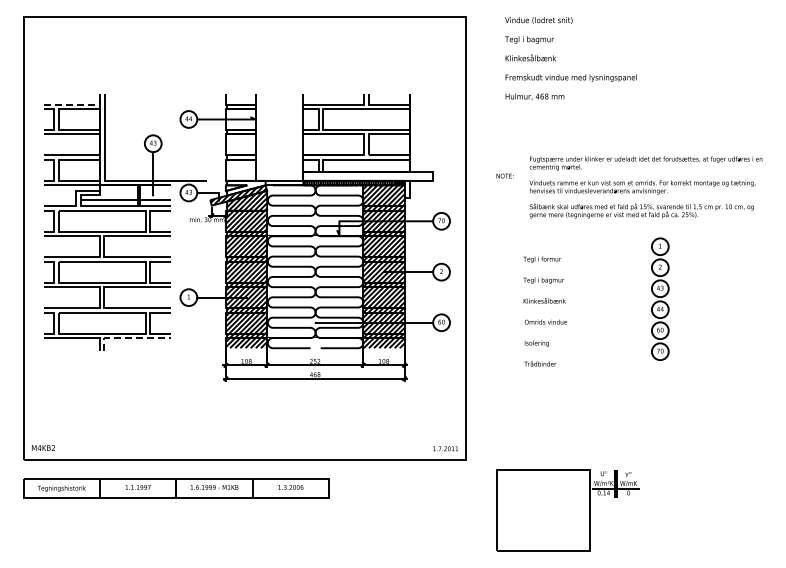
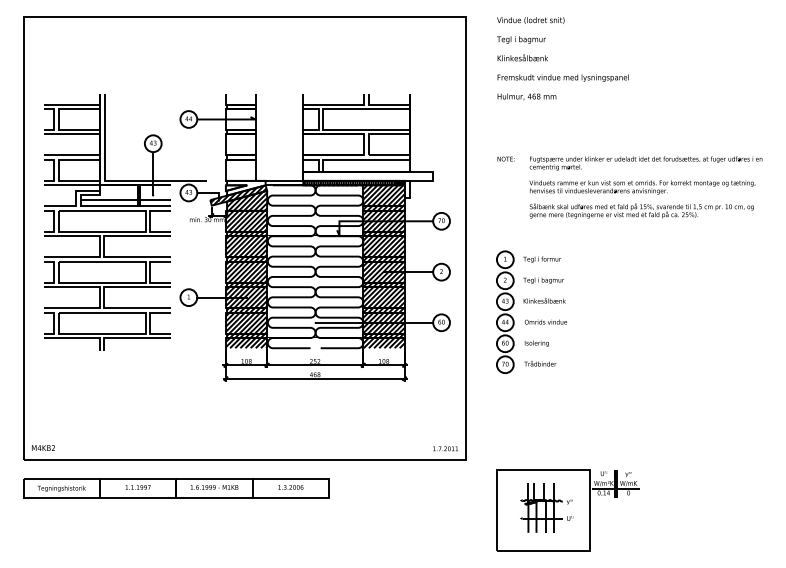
text at (570, 58) position: (570, 58) -> (562, 58)
line at (78, 104): dashed -> solid
text at (504, 175) position: (504, 175) -> (505, 158)
part at (660, 298) position: (660, 298) -> (505, 311)
line at (131, 338): dashed -> solid
part at (546, 507): none -> present
